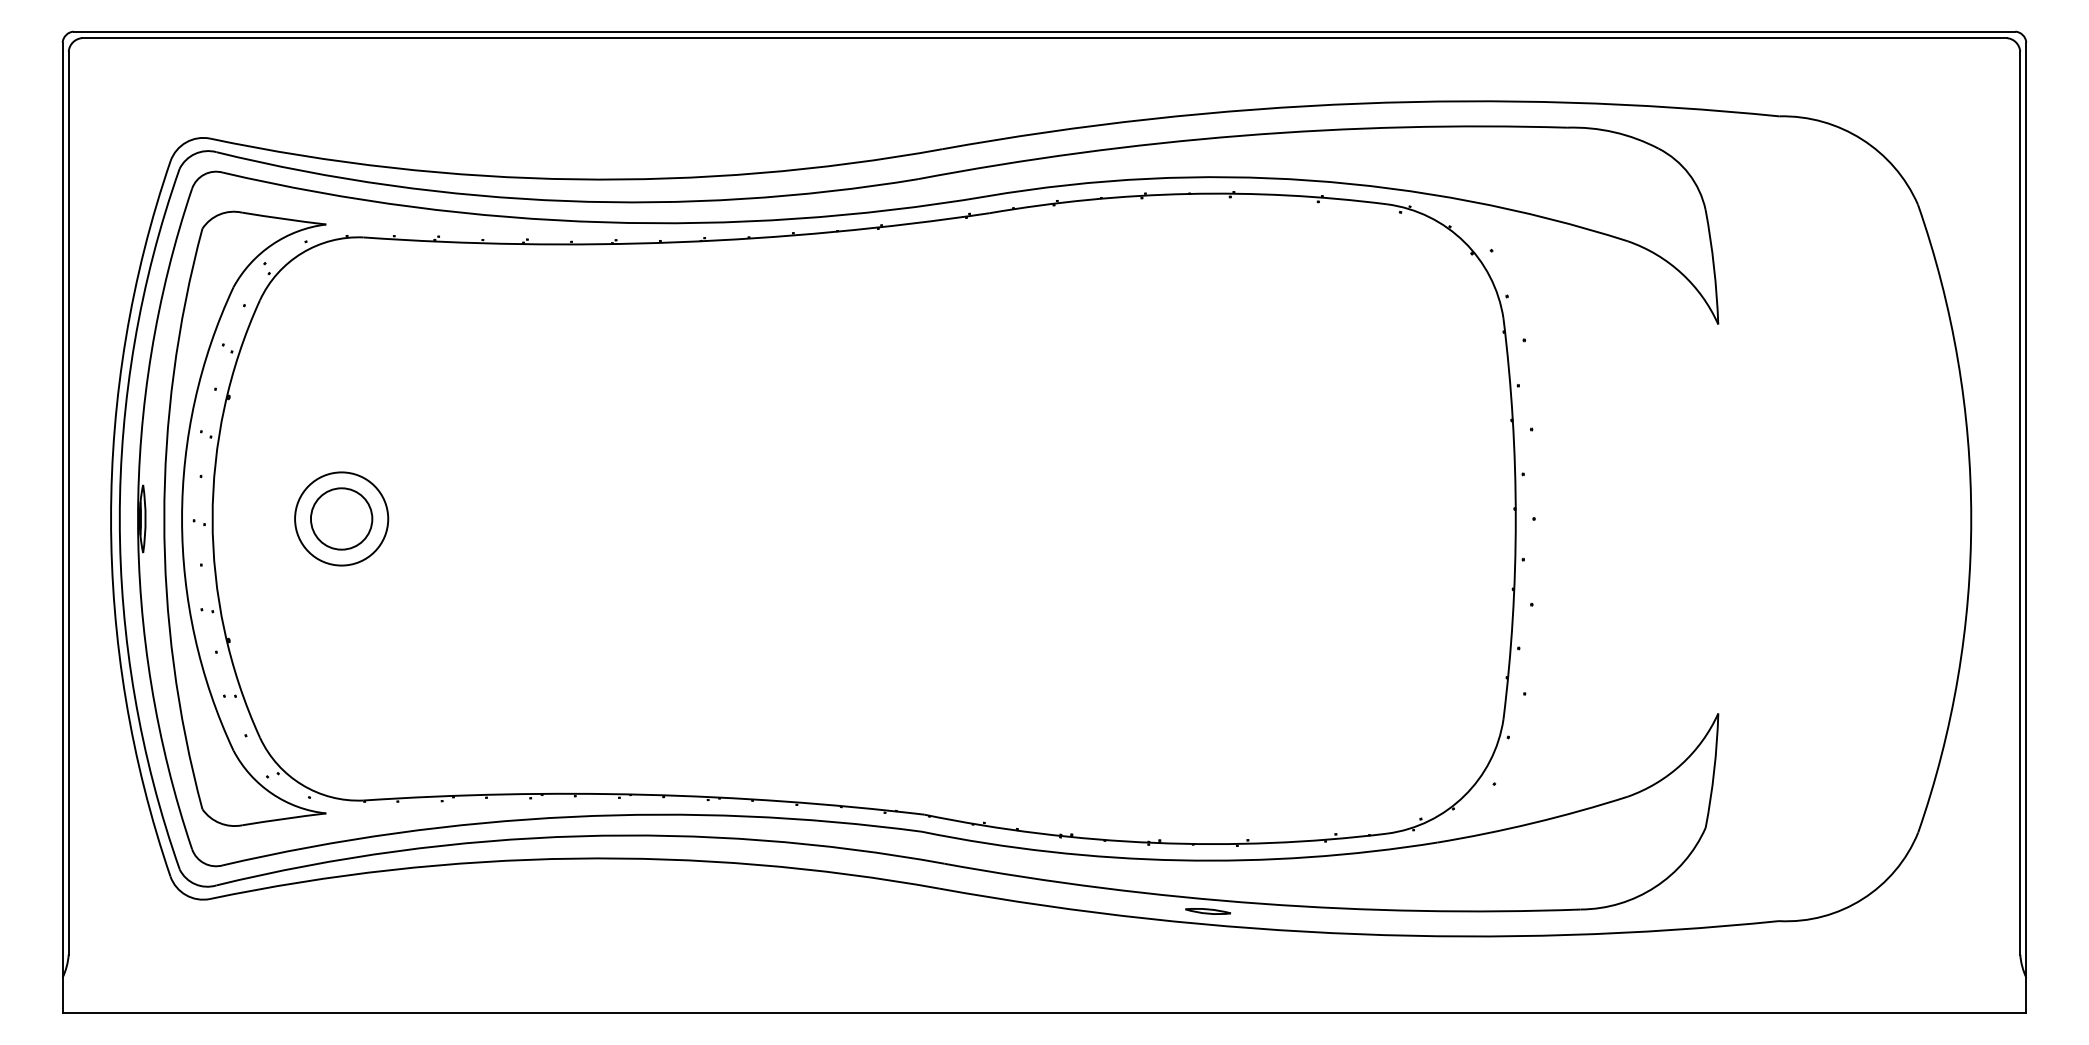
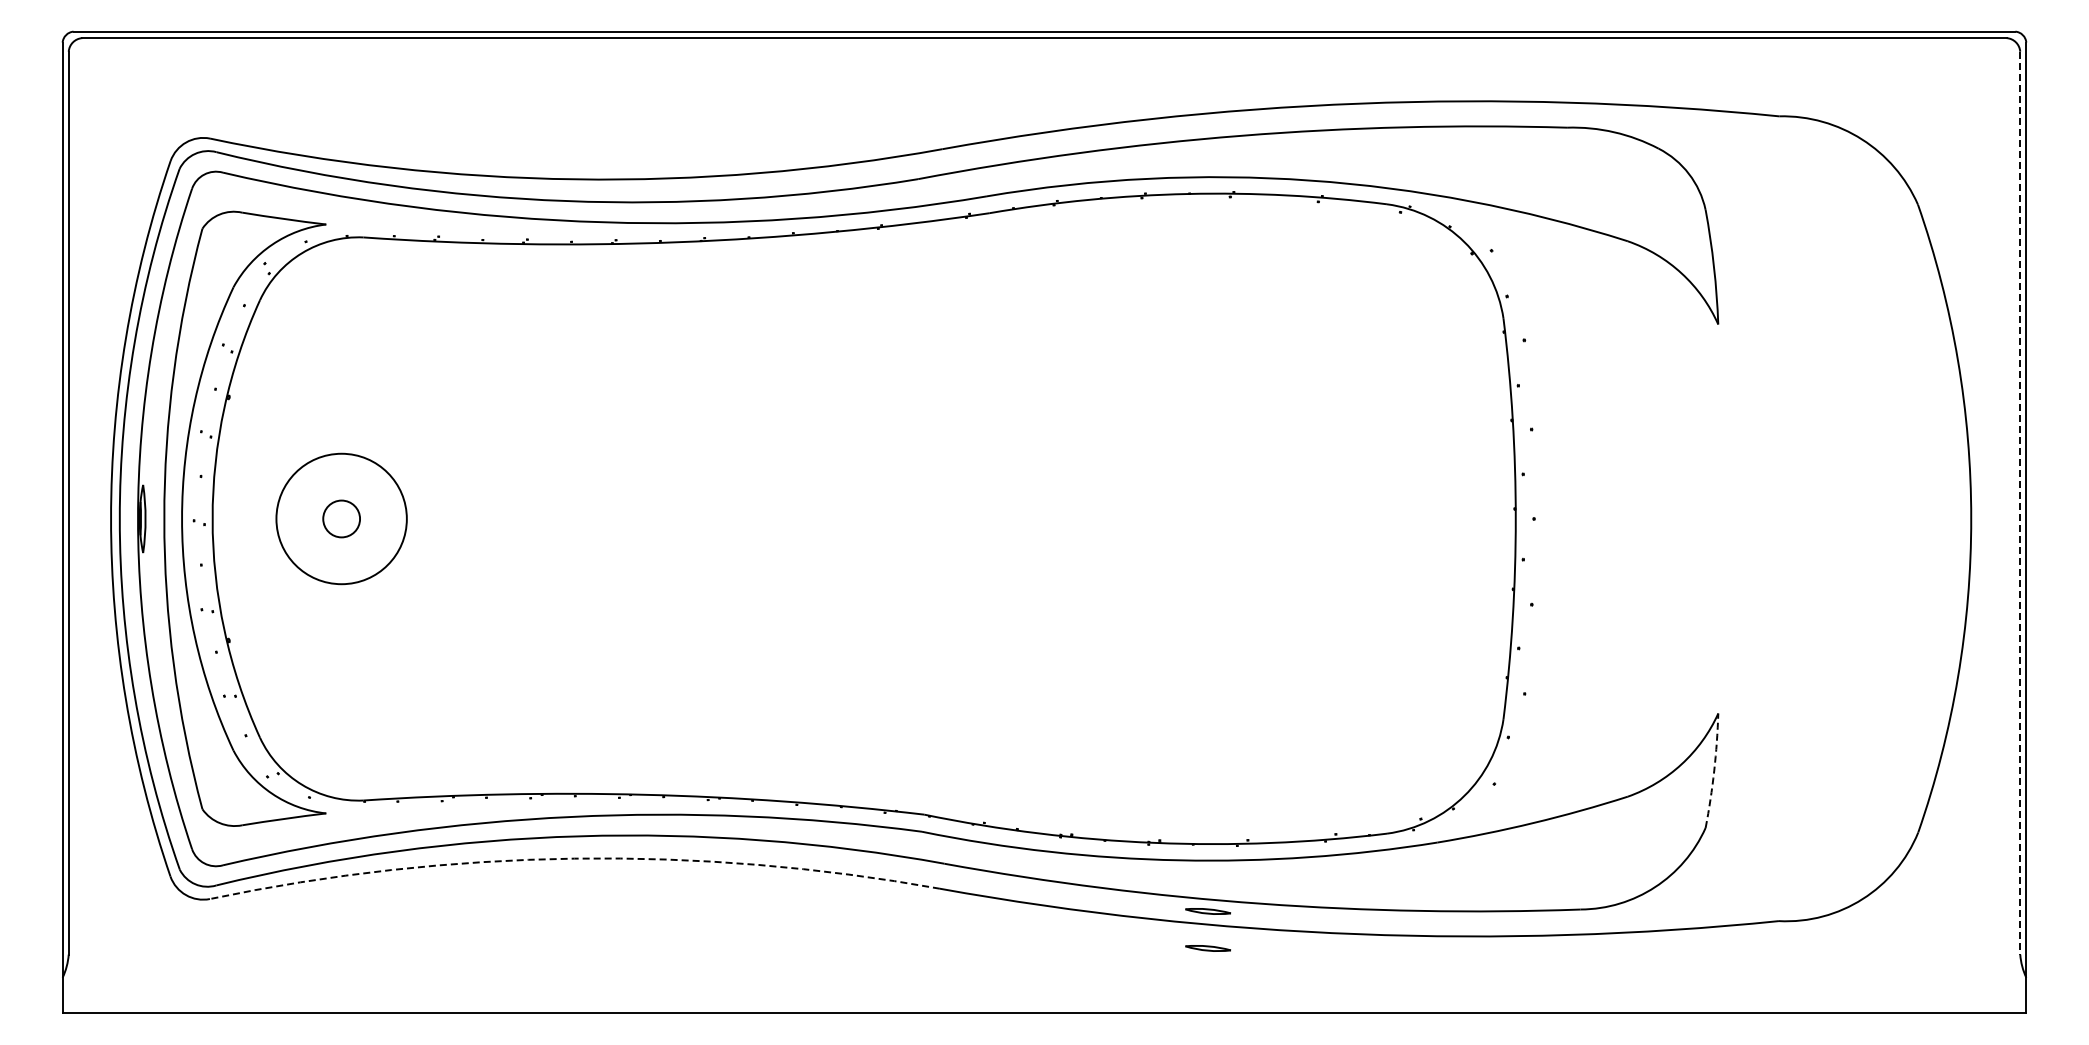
line at (2020, 503): solid -> dashed
circle at (341, 518) diameter: 61 px -> 37 px
circle at (341, 518) diameter: 93 px -> 130 px
arc at (1714, 770): solid -> dashed
arc at (574, 858): solid -> dashed
part at (1207, 948): none -> present
